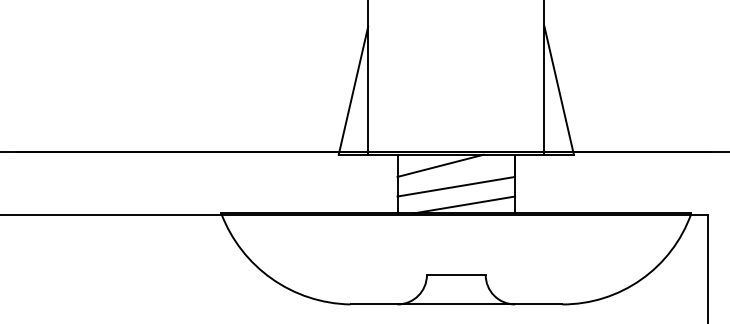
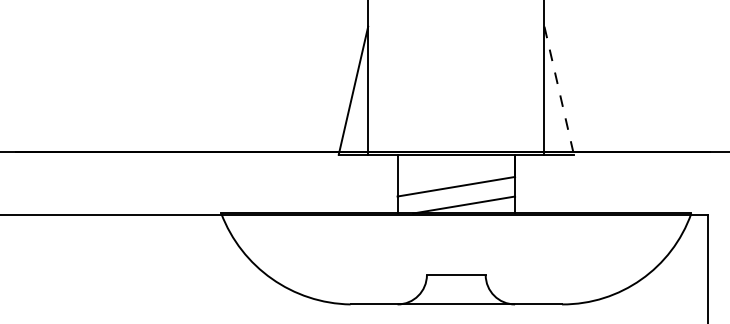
line at (559, 90): solid -> dashed
line at (440, 165): present -> none
